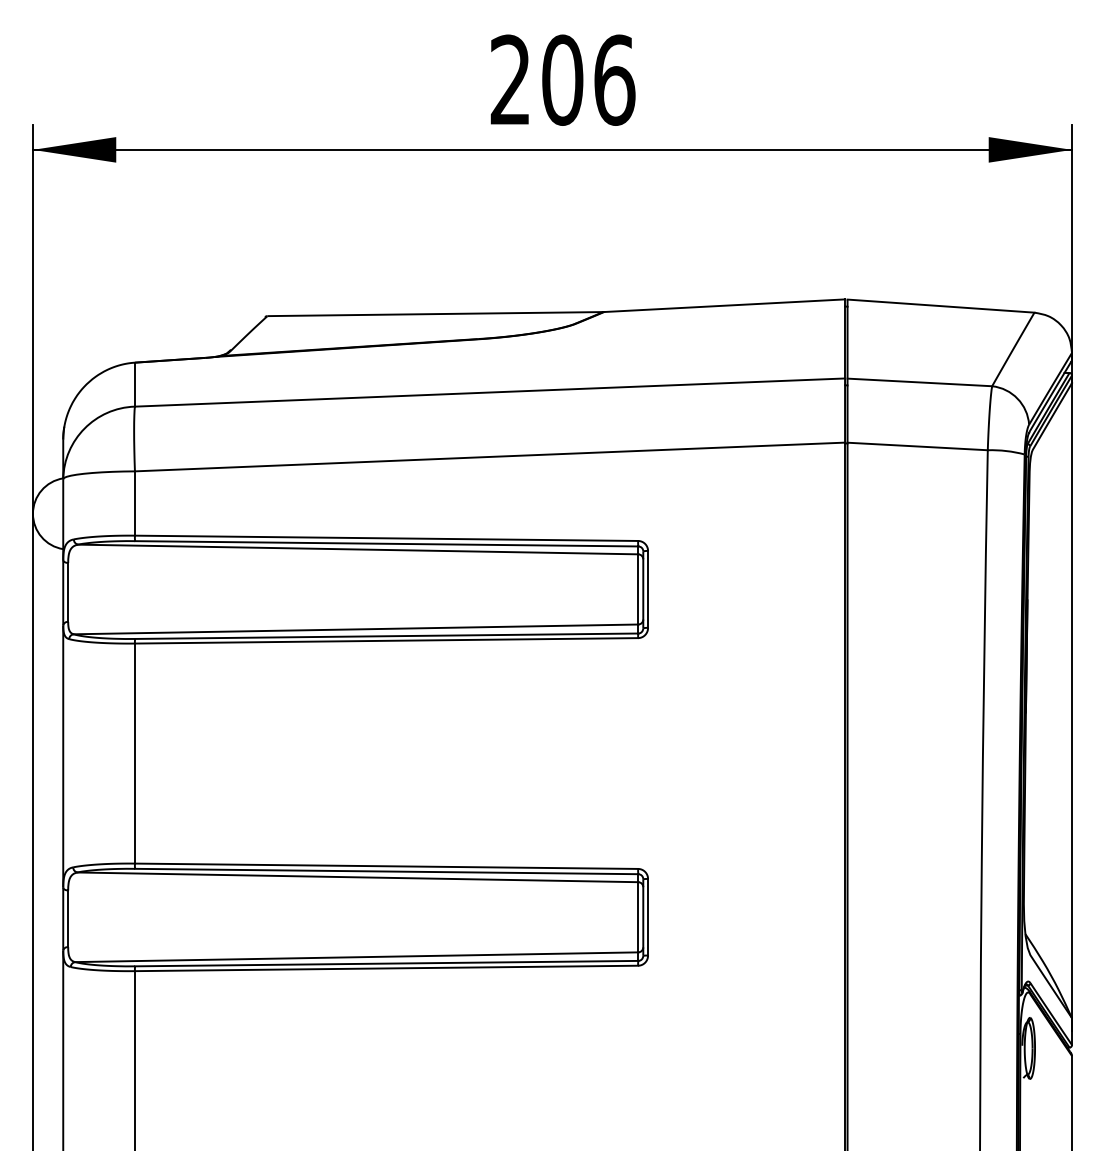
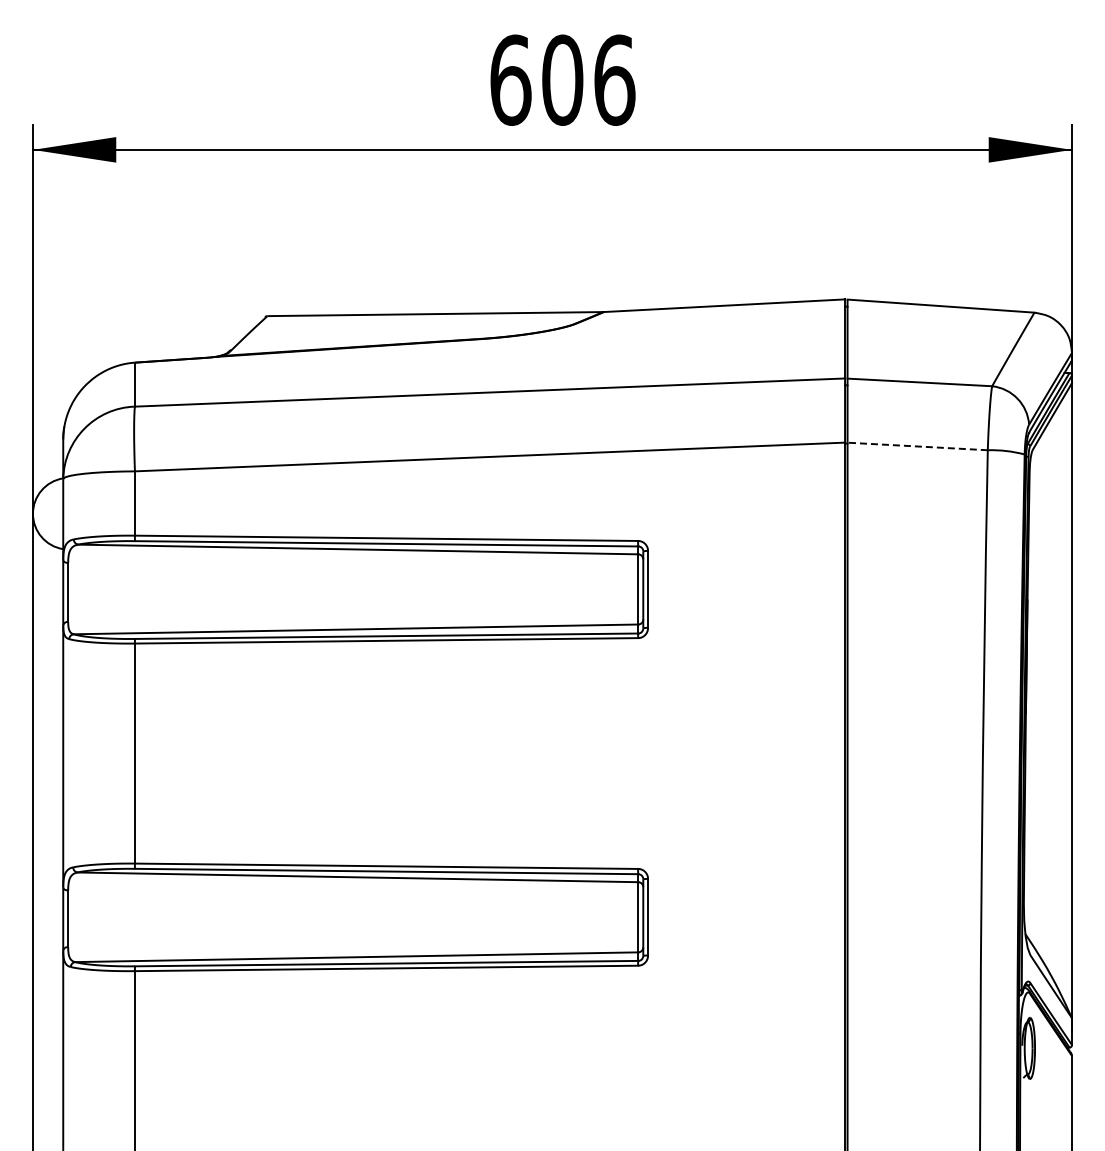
text at (510, 79): 206 -> 606
line at (917, 446): solid -> dashed
